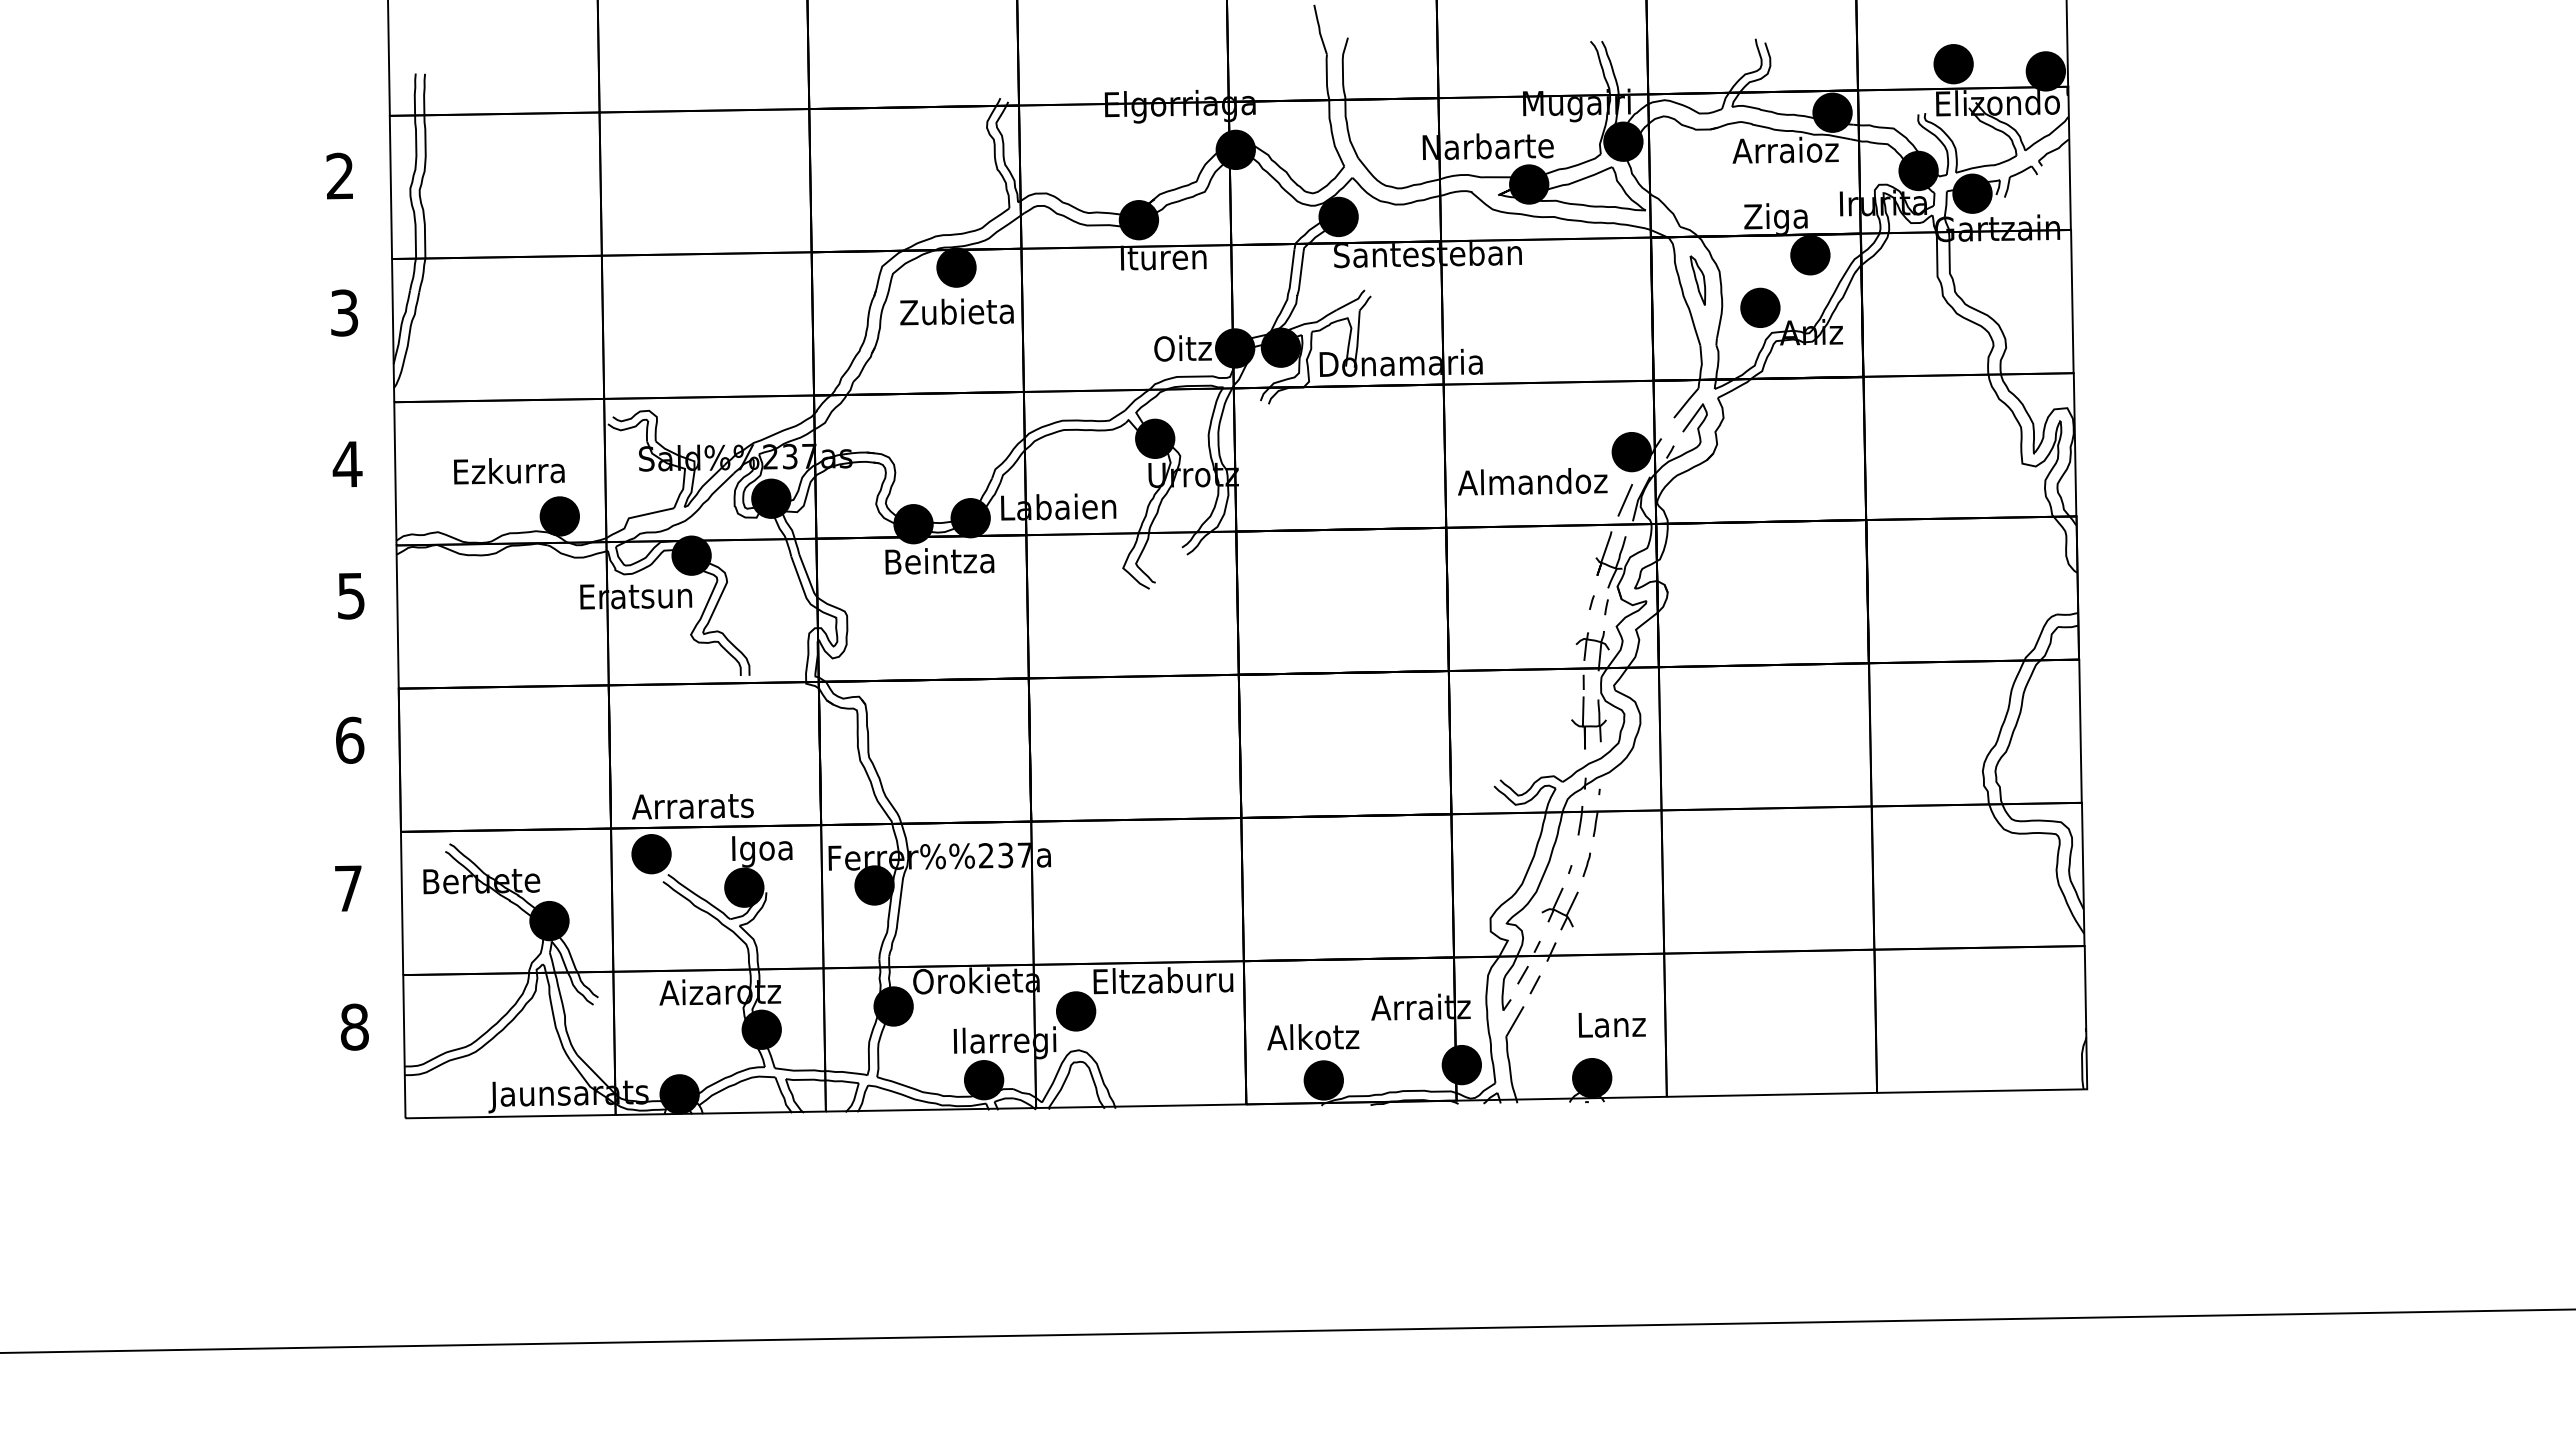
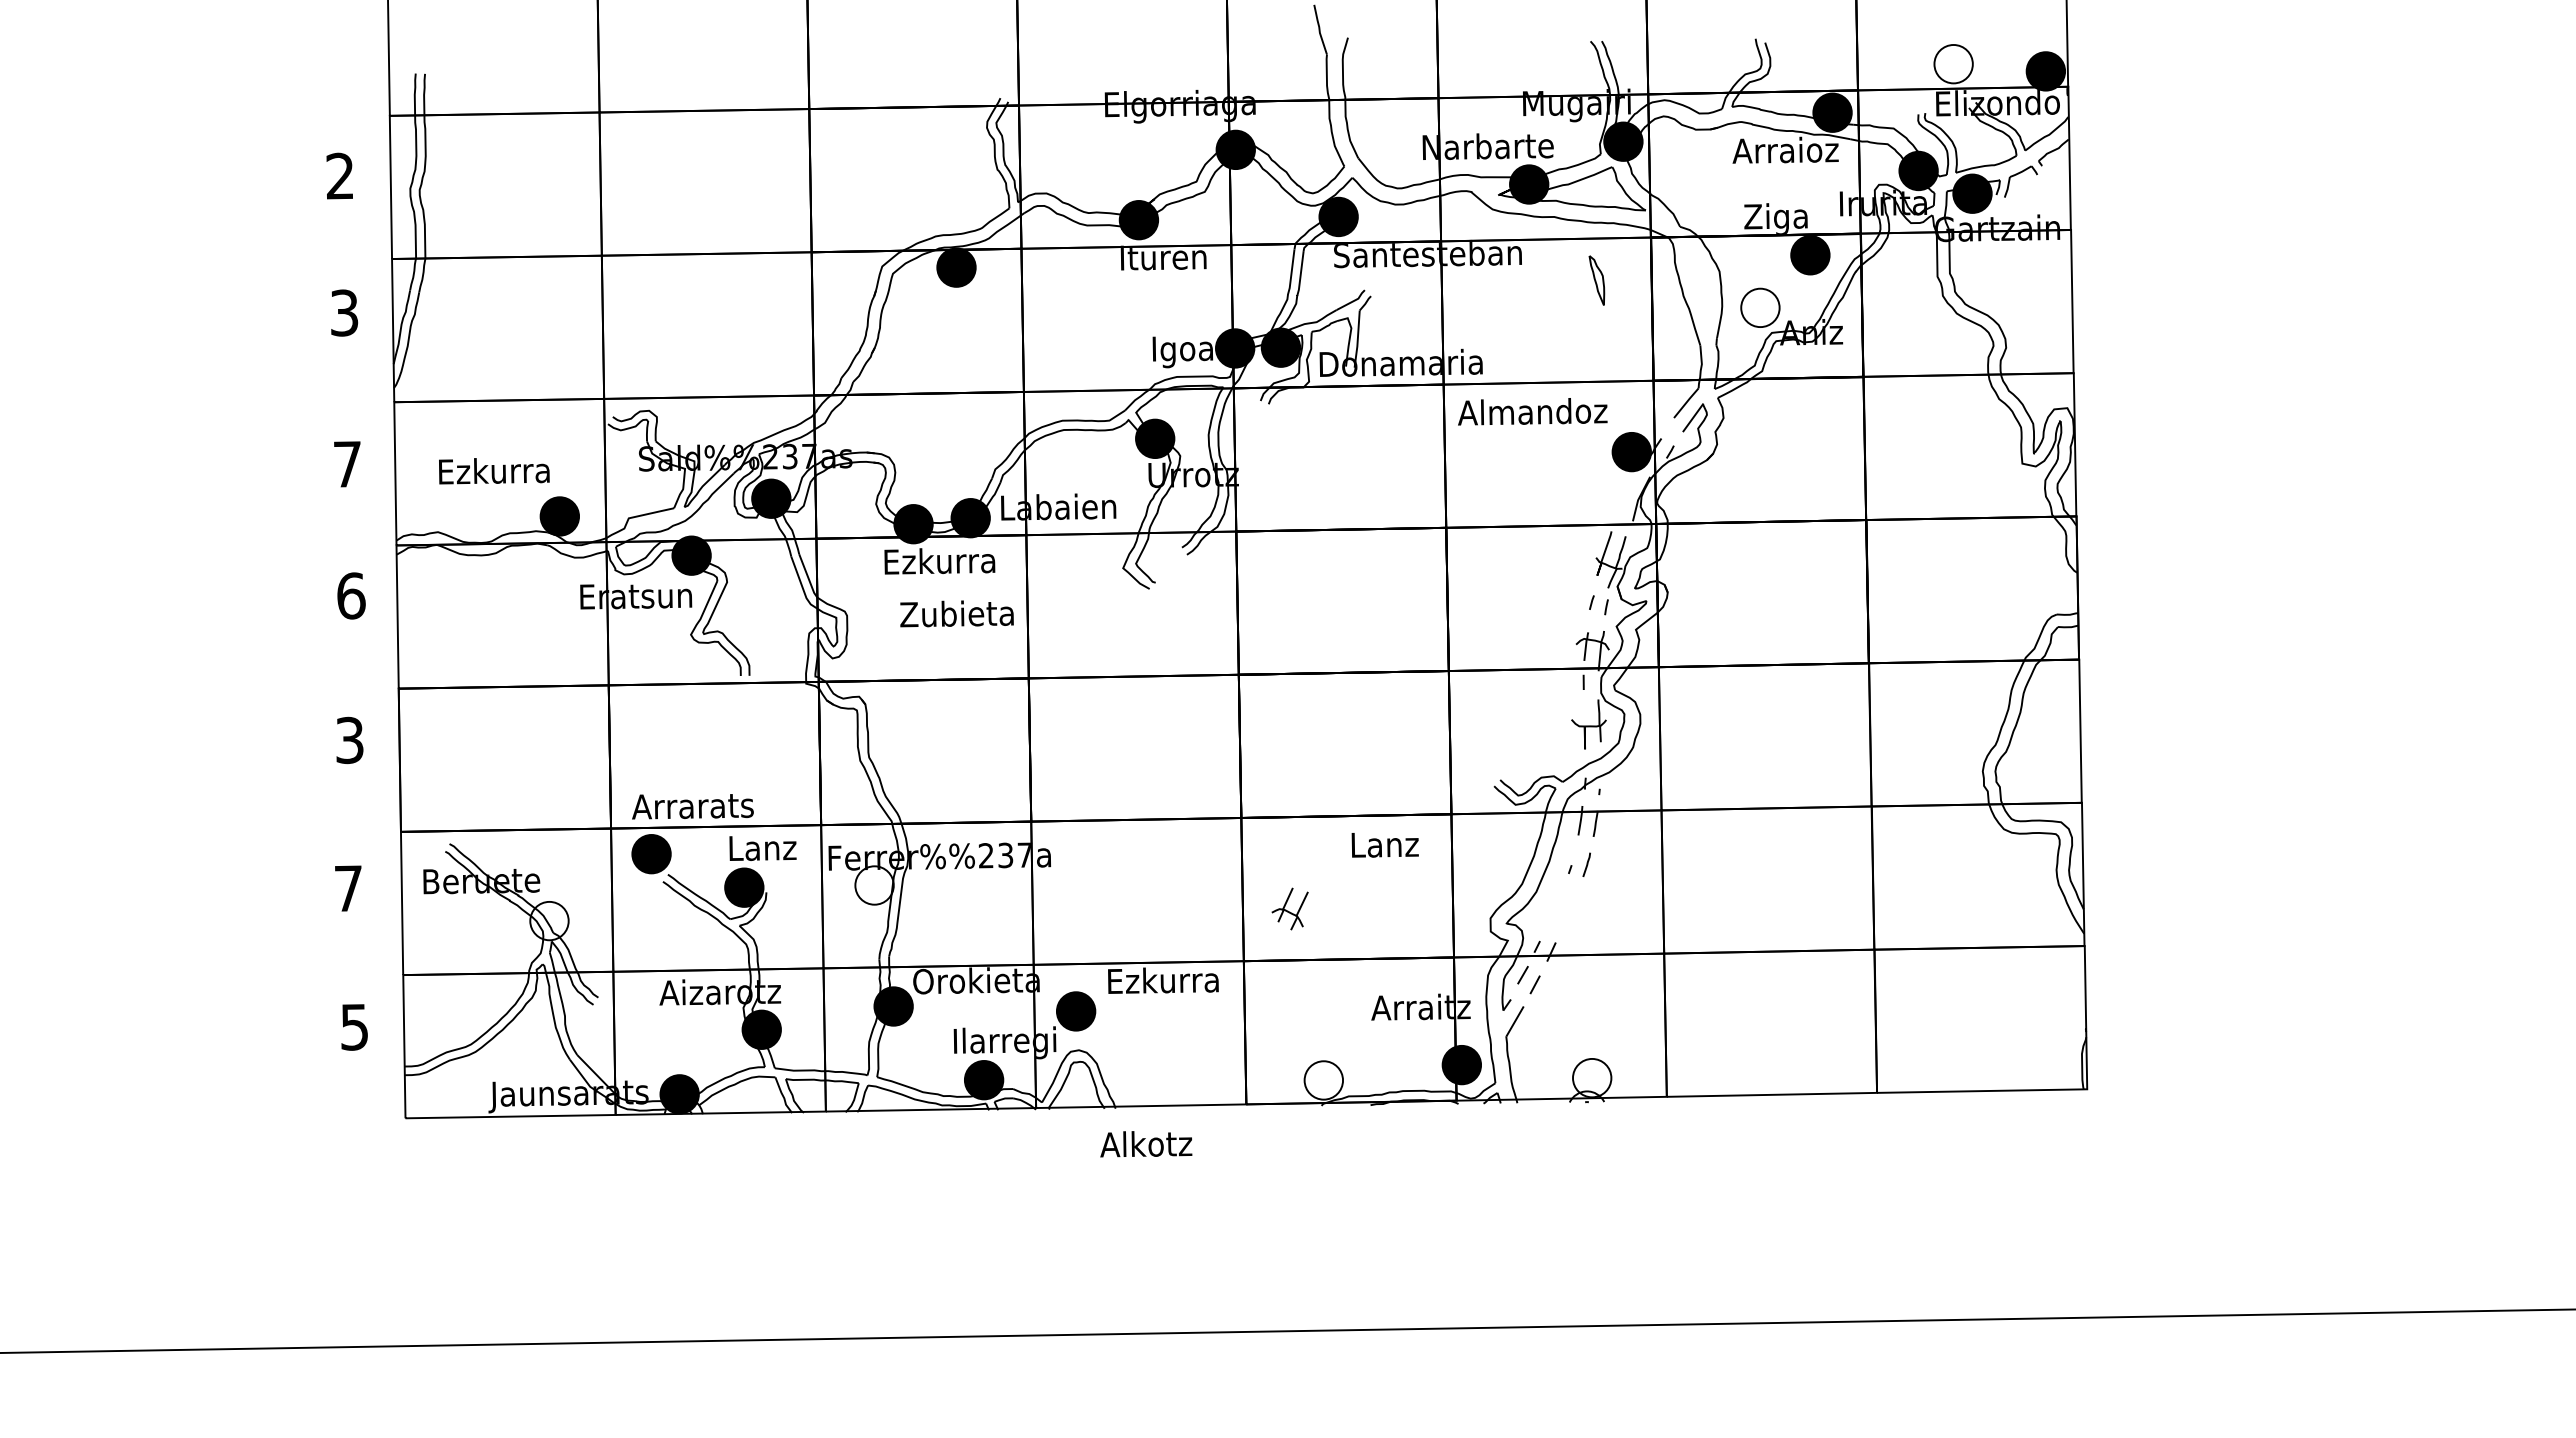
fill at (1953, 64): present -> none
part at (1697, 280) position: (1697, 280) -> (1596, 280)
fill at (1760, 307): present -> none
text at (956, 311) position: (956, 311) -> (956, 613)
text at (1182, 351): Oitz -> Igoa
text at (347, 464): 4 -> 7
text at (509, 471) position: (509, 471) -> (494, 471)
text at (1532, 481) position: (1532, 481) -> (1532, 411)
line at (1625, 500): present -> none
text at (939, 561): Beintza -> Ezkurra
text at (351, 595): 5 -> 6
line at (1582, 711): present -> none
text at (350, 740): 6 -> 3
text at (762, 851): Igoa -> Lanz
fill at (874, 885): present -> none
part at (1559, 908) position: (1559, 908) -> (1289, 908)
fill at (549, 920): present -> none
text at (1163, 980): Eltzaburu -> Ezkurra
text at (1611, 1025) position: (1611, 1025) -> (1384, 845)
text at (354, 1026): 8 -> 5
text at (1313, 1037) position: (1313, 1037) -> (1146, 1144)
fill at (1592, 1077): present -> none
fill at (1323, 1080): present -> none
